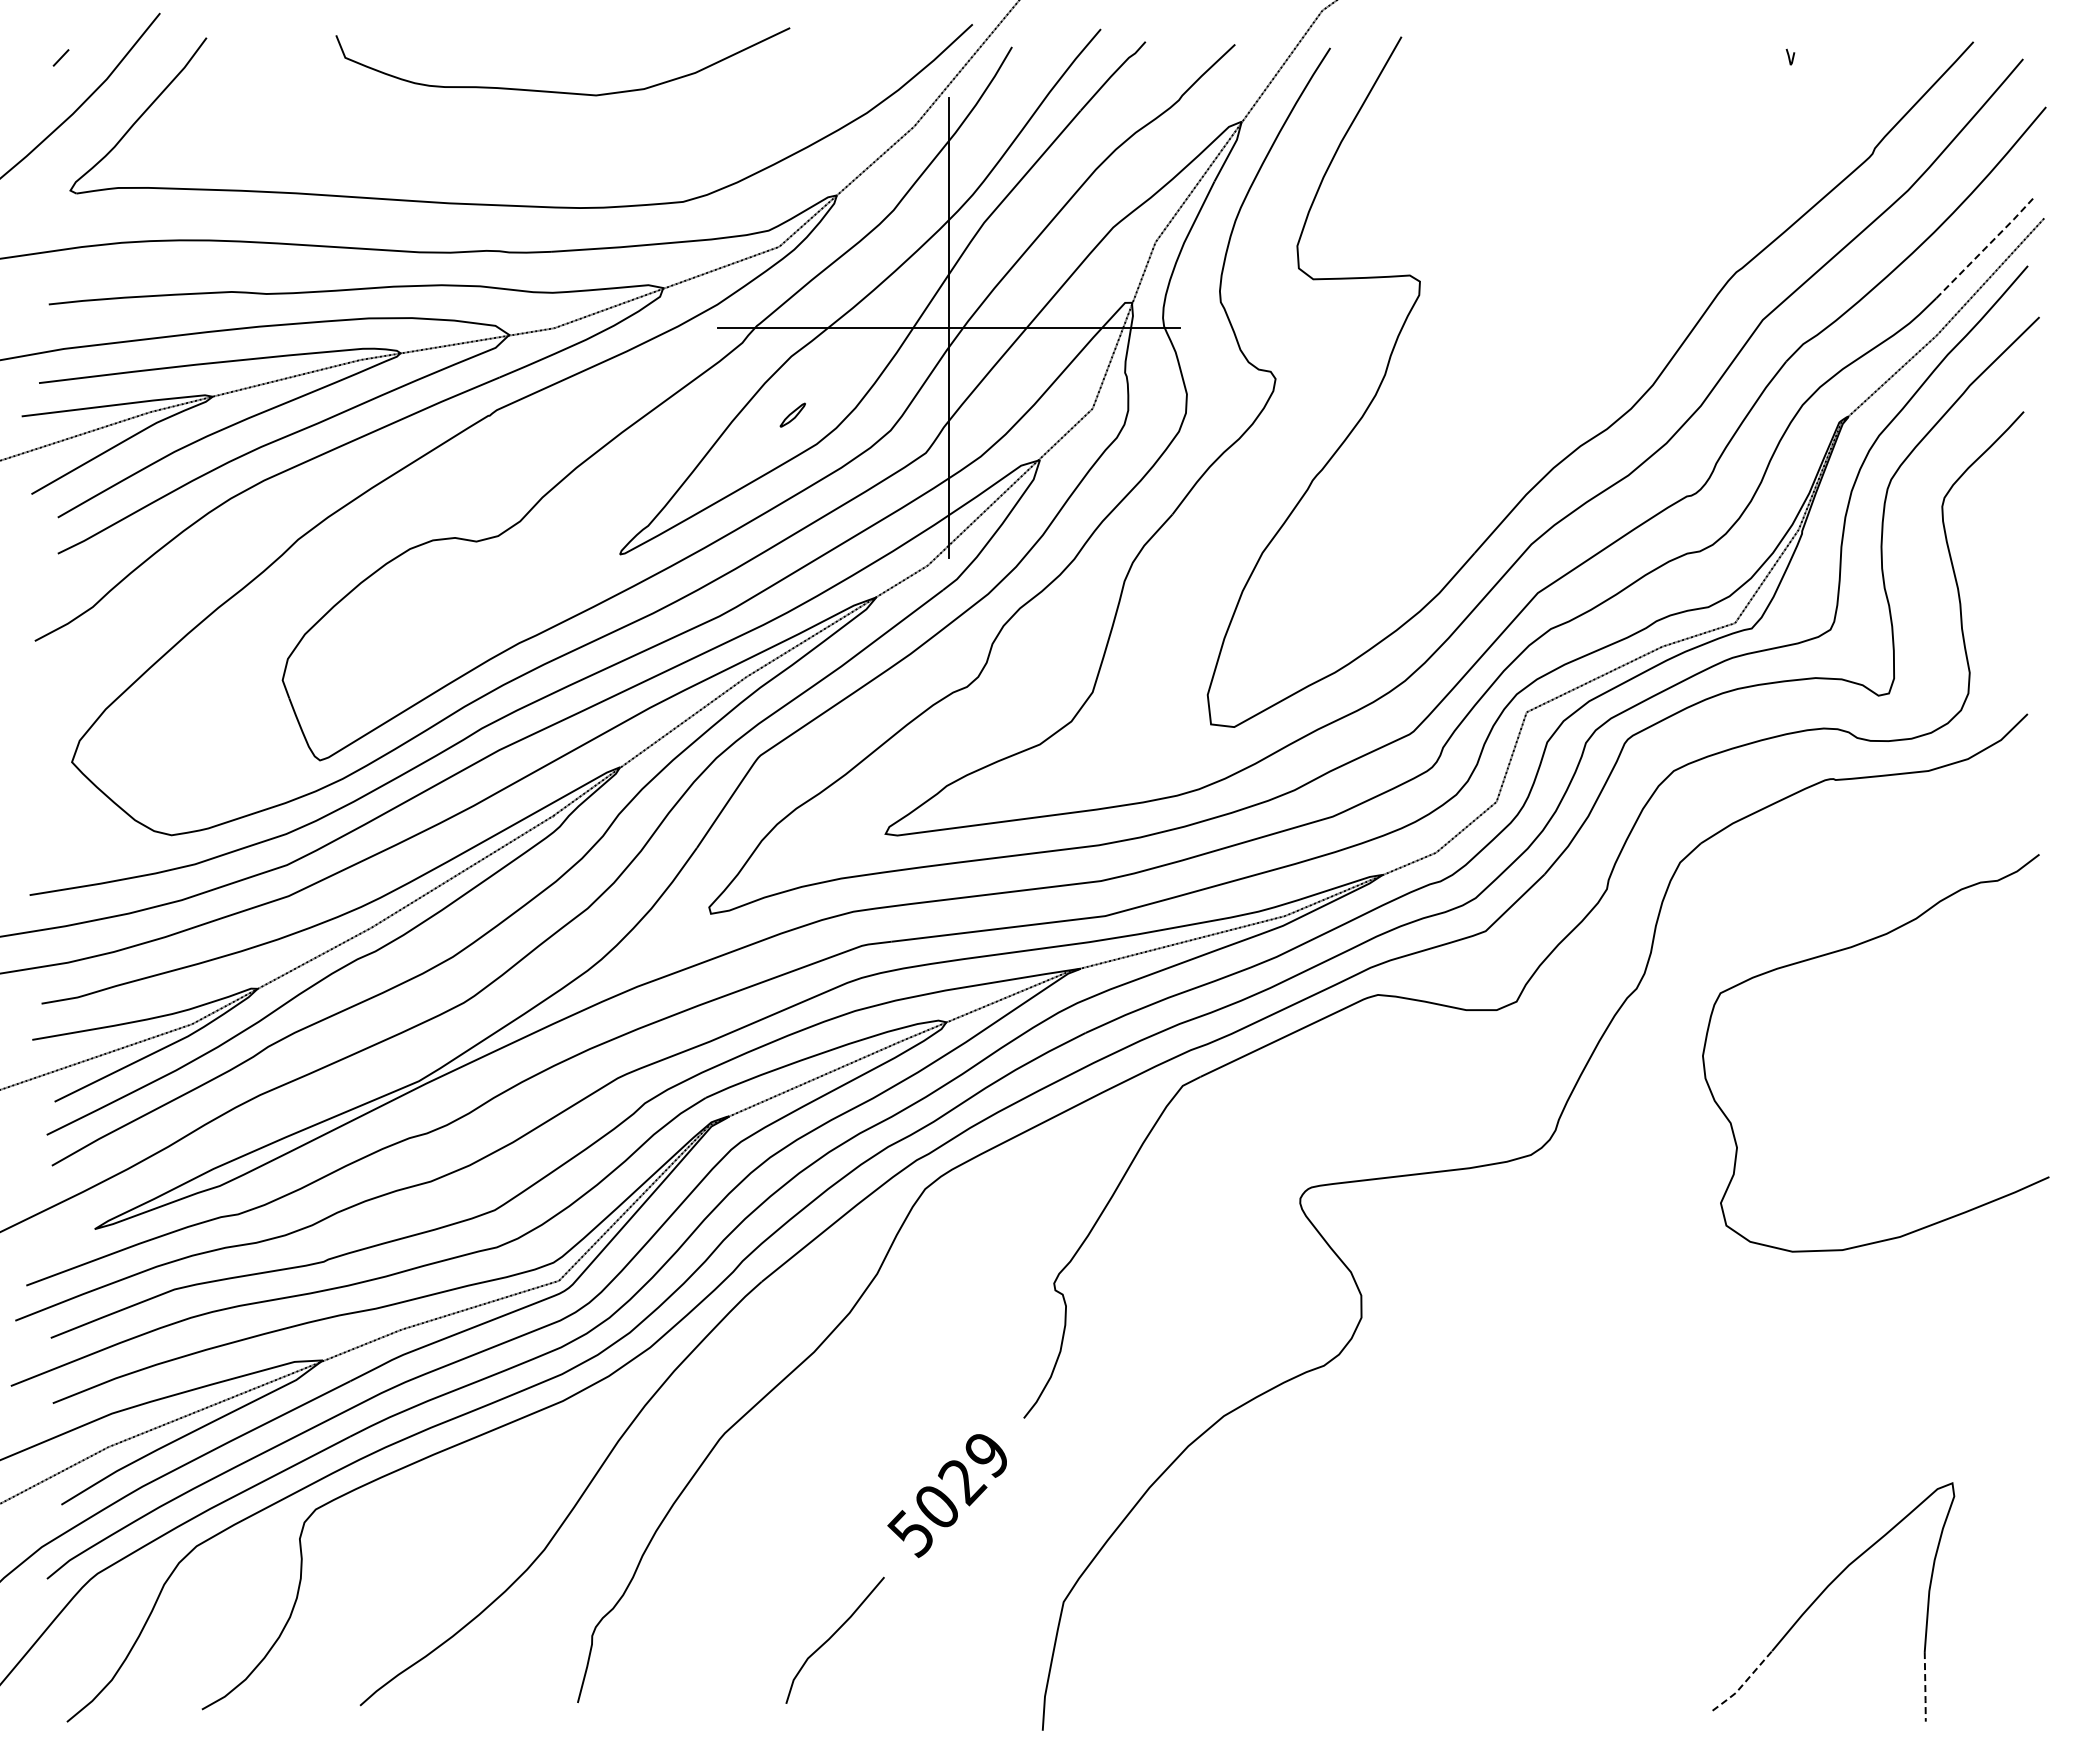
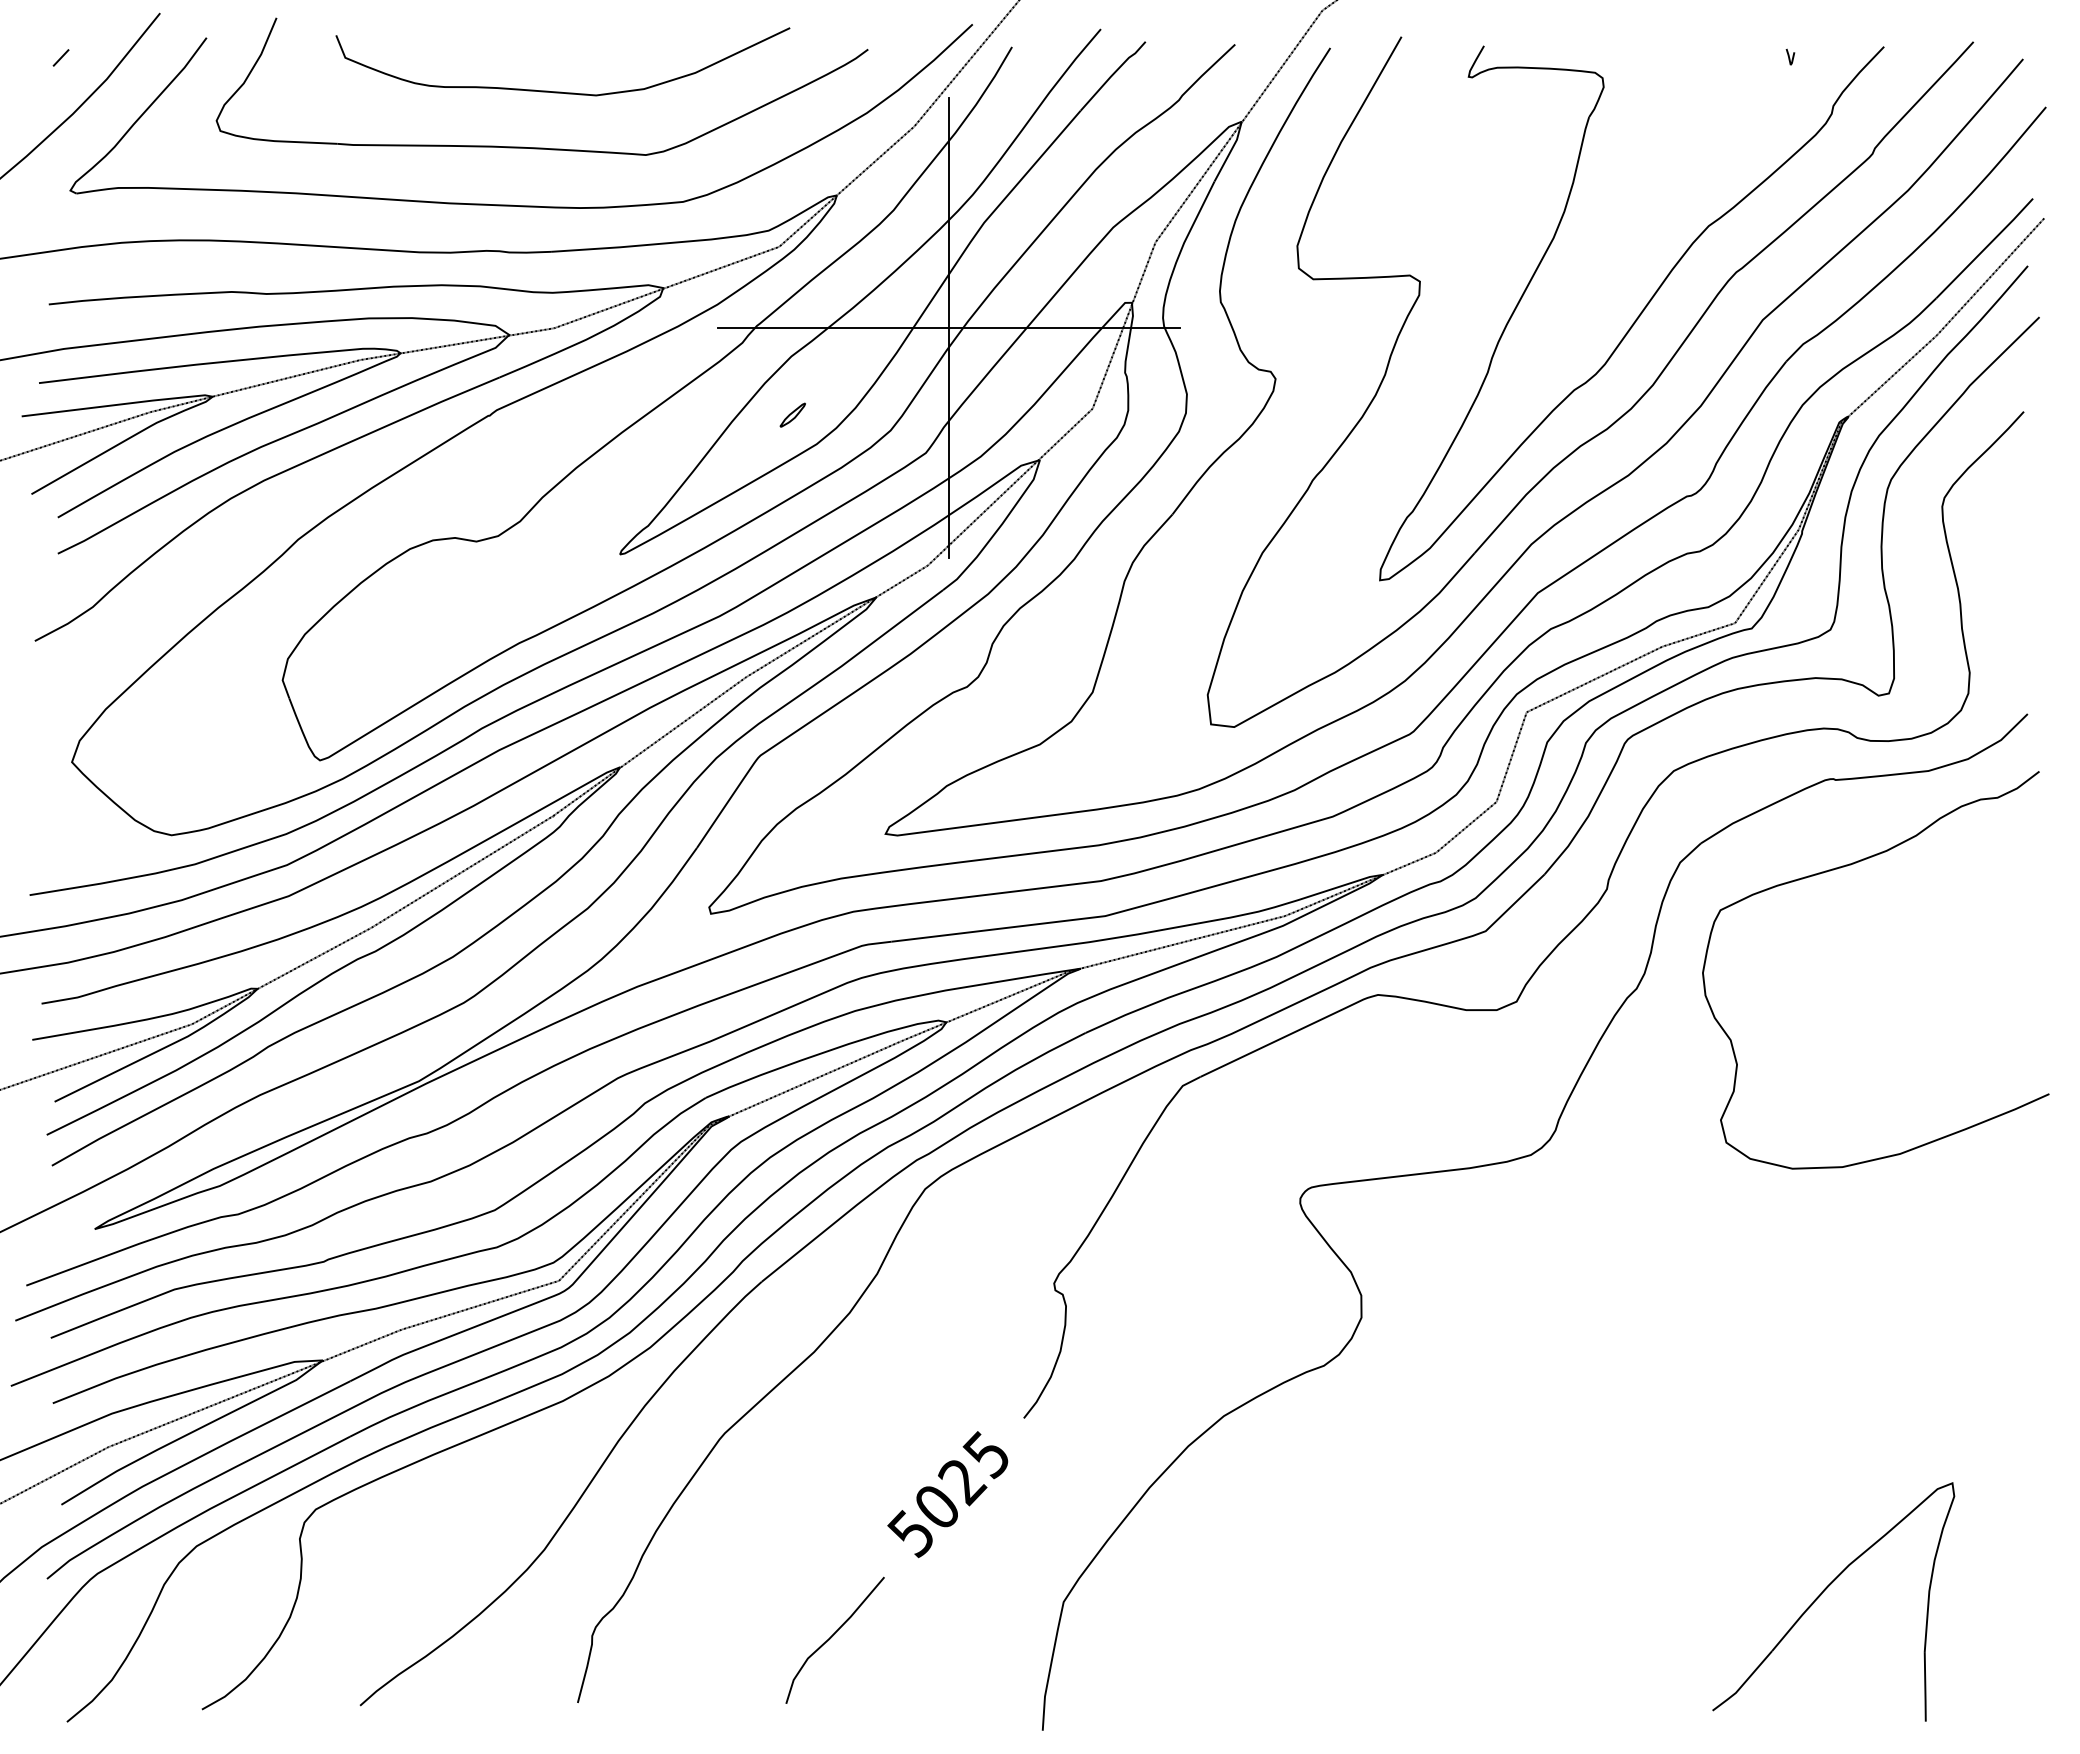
part at (541, 147): none -> present
line at (1985, 248): dashed -> solid
part at (1637, 316): none -> present
curve at (1844, 950) position: (1844, 950) -> (1844, 867)
text at (985, 1455): 5029 -> 5025
line at (1743, 1684): dashed -> solid
line at (1925, 1687): dashed -> solid
